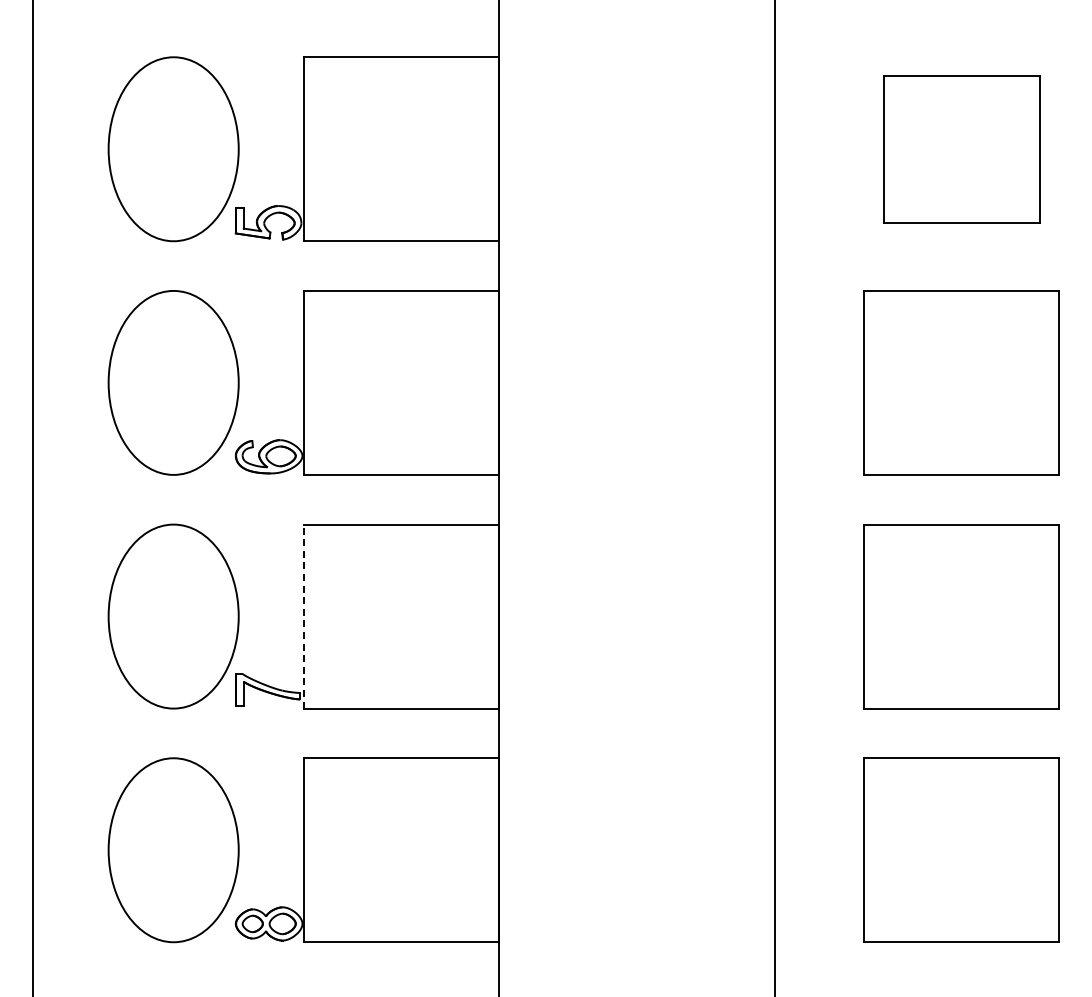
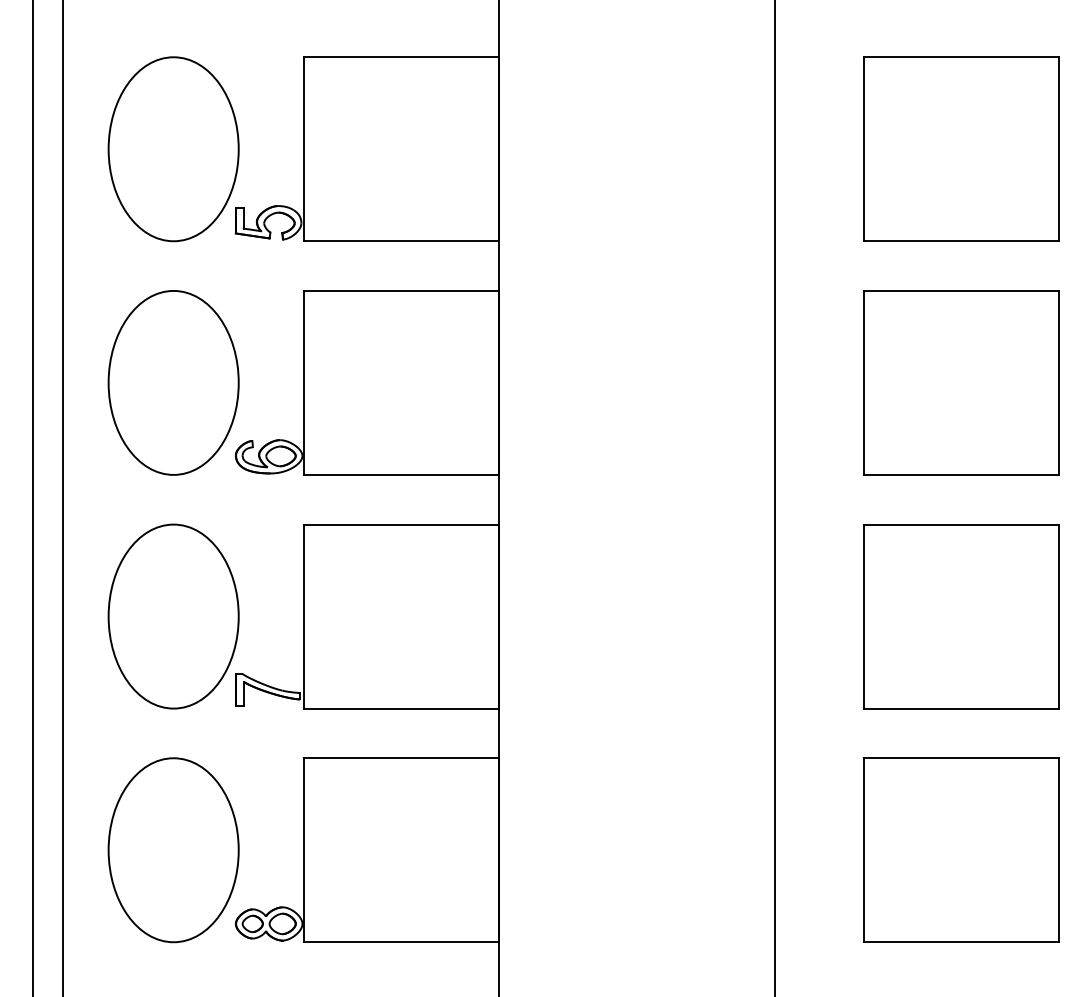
part at (961, 149) size: 158x149 px -> 197x186 px
line at (63, 497): none -> present
line at (303, 616): dashed -> solid
